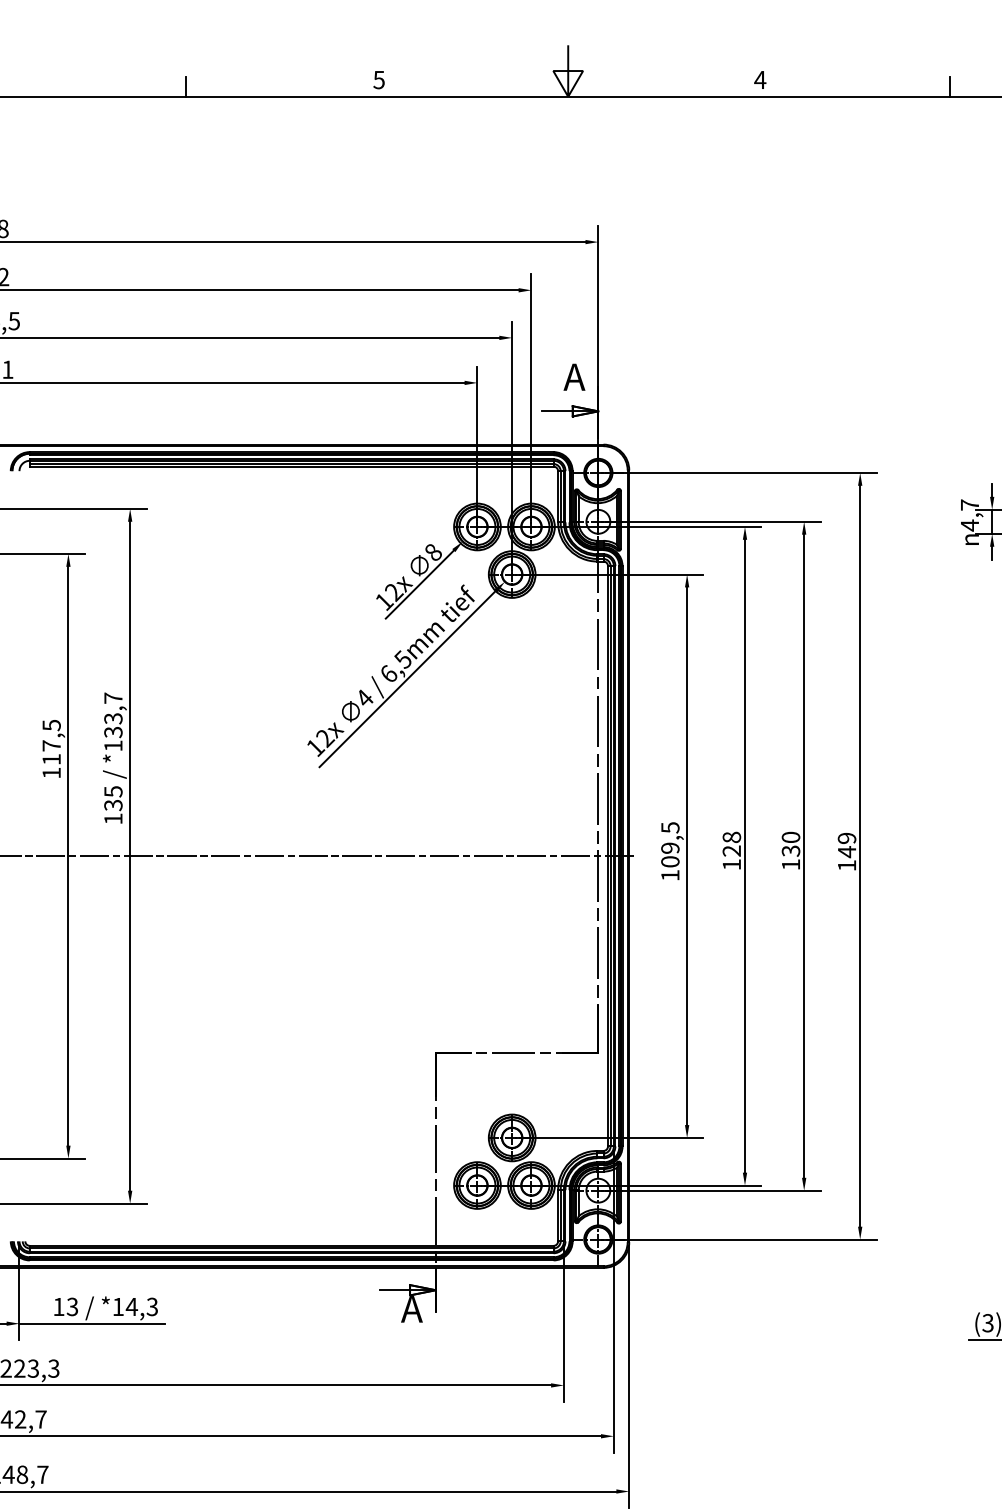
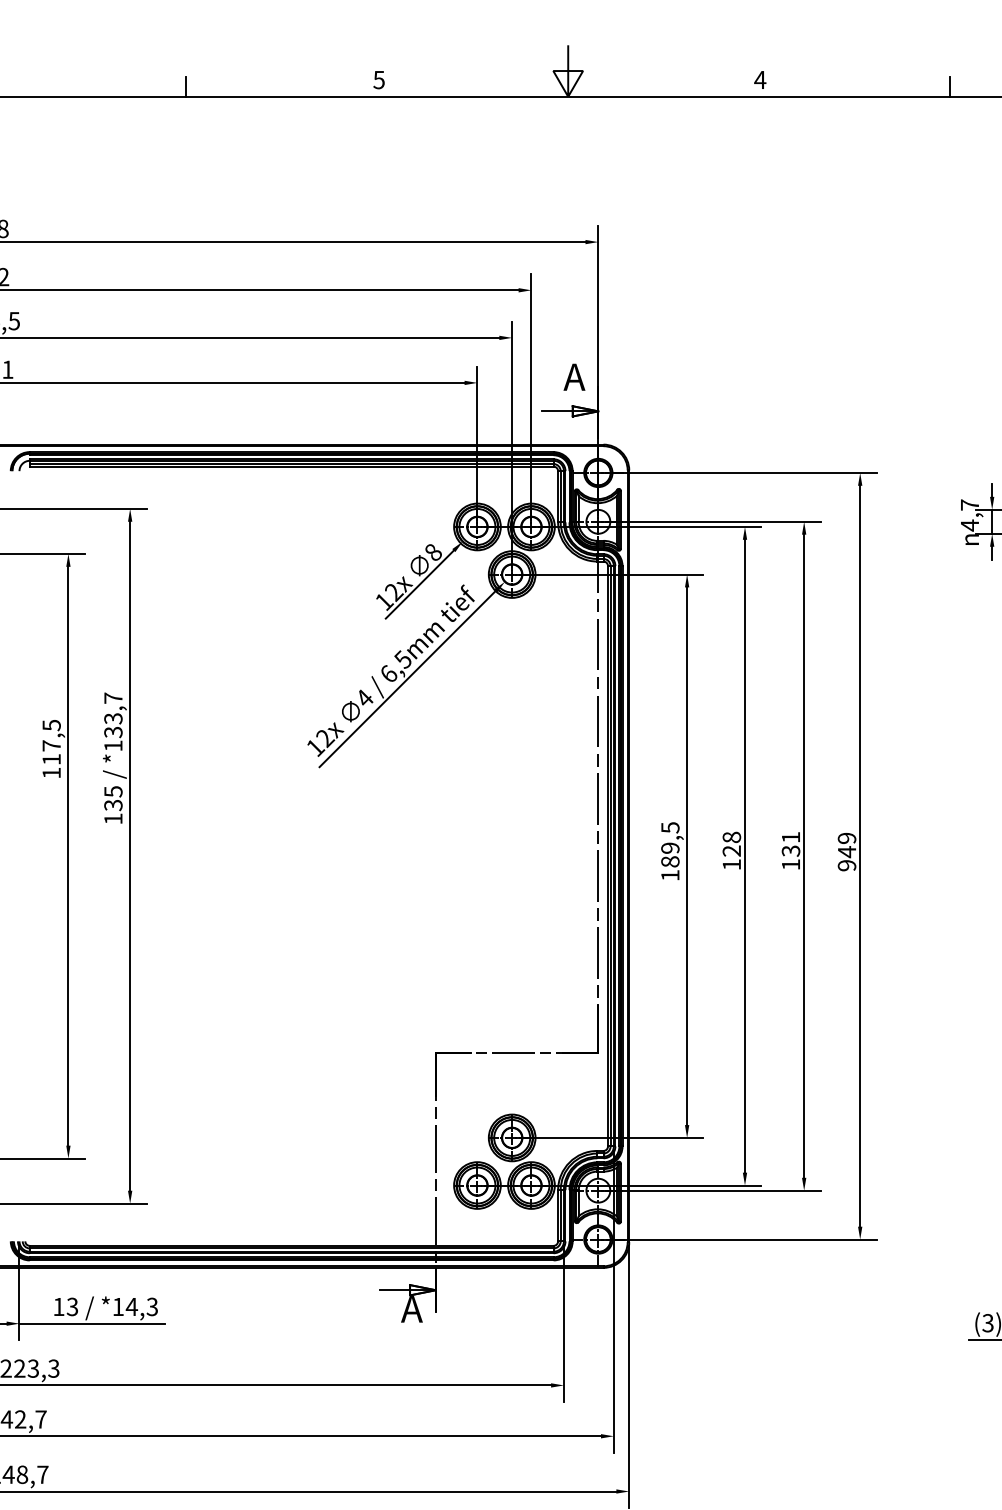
text at (790, 836): 130 -> 131
line at (319, 856): present -> none
text at (670, 861): 109,5 -> 189,5
text at (846, 865): 149 -> 949
